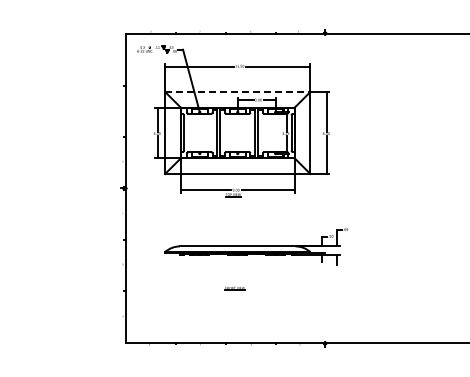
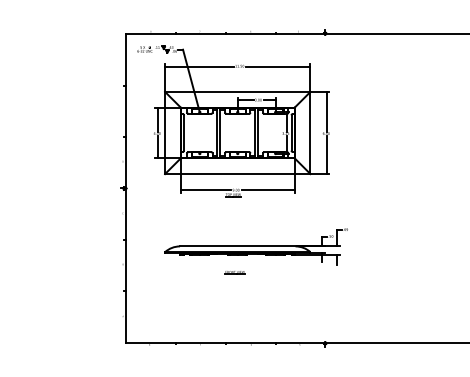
line at (237, 91): dashed -> solid
line at (234, 288) position: (234, 288) -> (234, 272)
